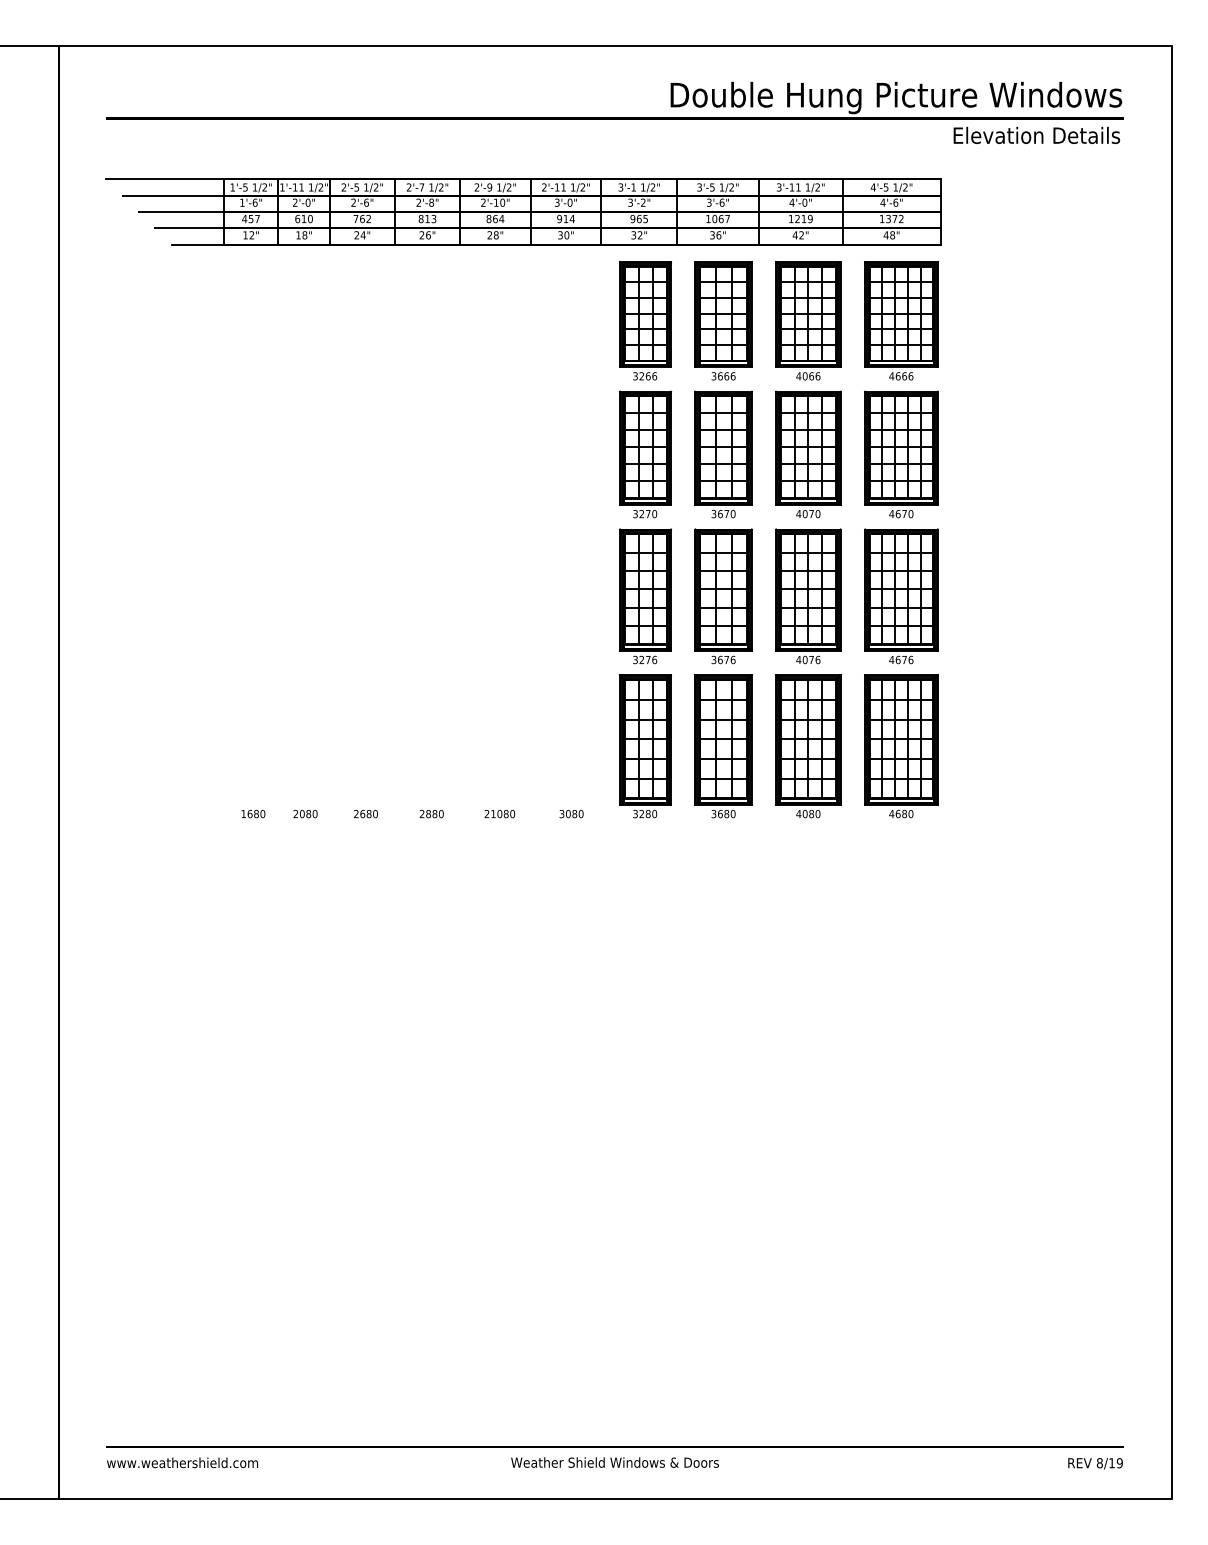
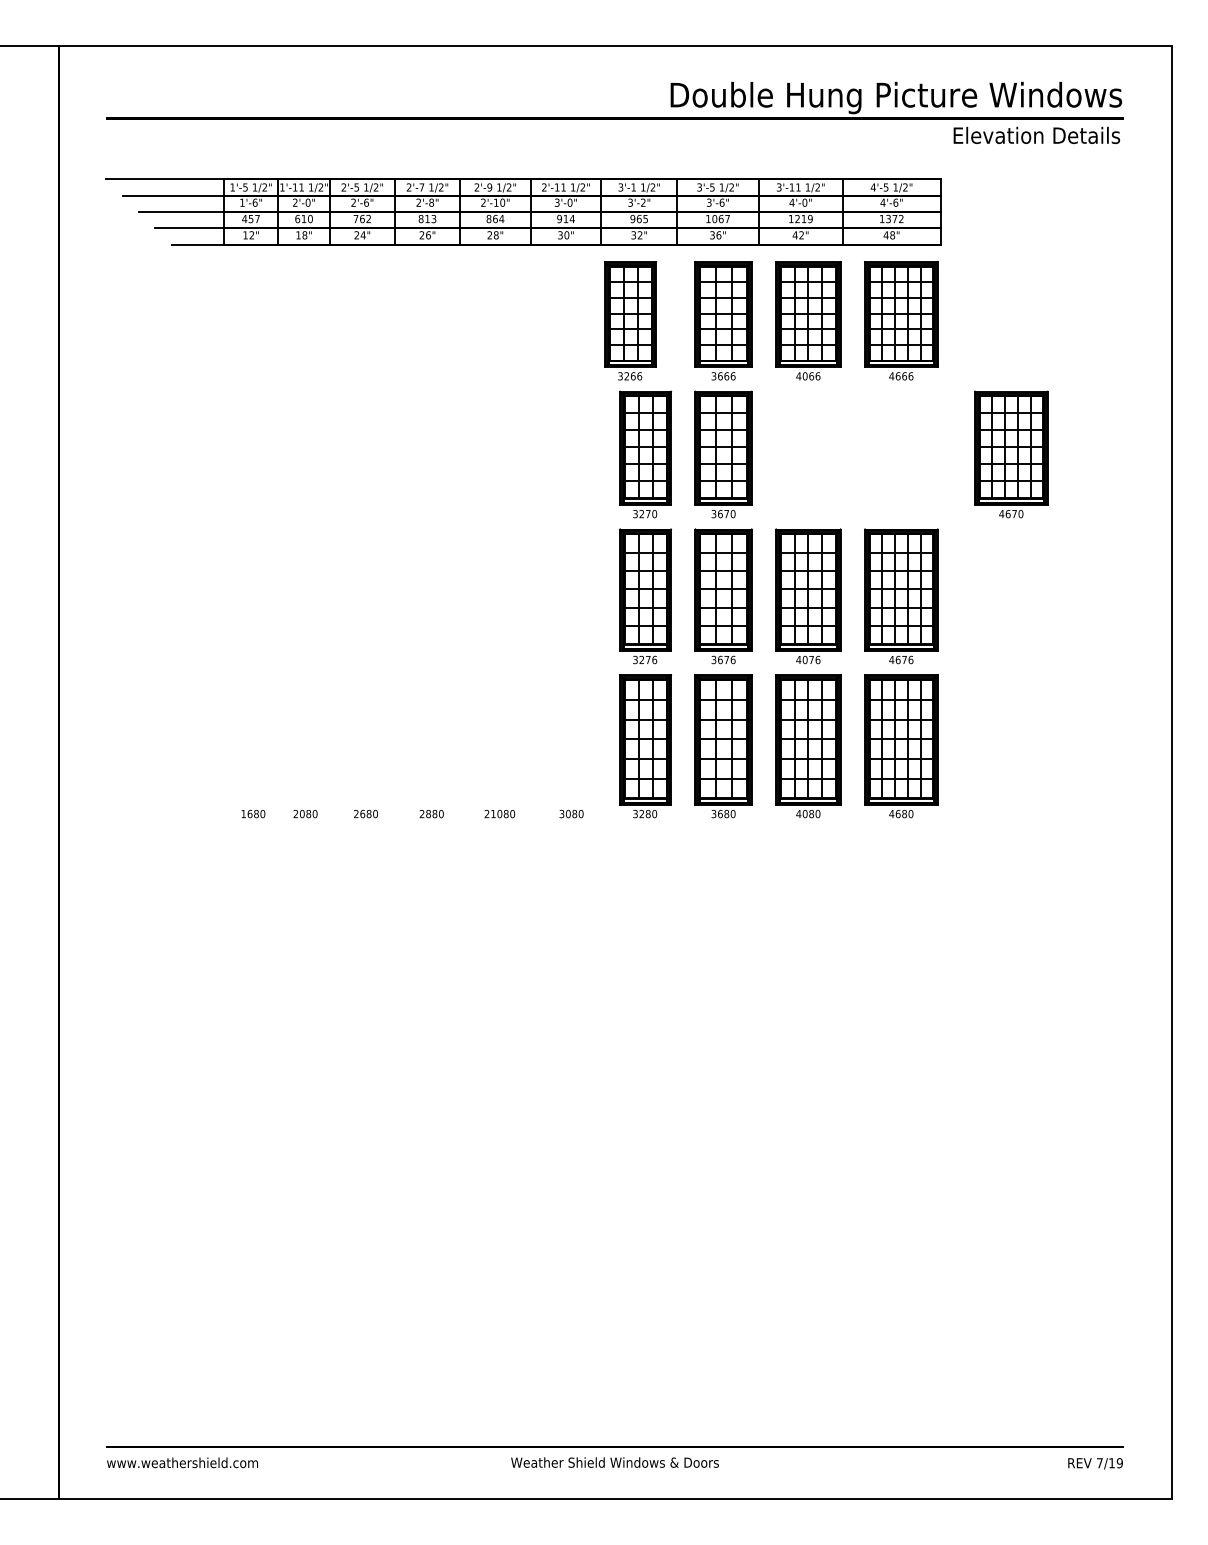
part at (645, 320) position: (645, 320) -> (630, 320)
part at (808, 454): present -> none
part at (901, 454) position: (901, 454) -> (1011, 454)
text at (1099, 1463): 8/19 -> 7/19
